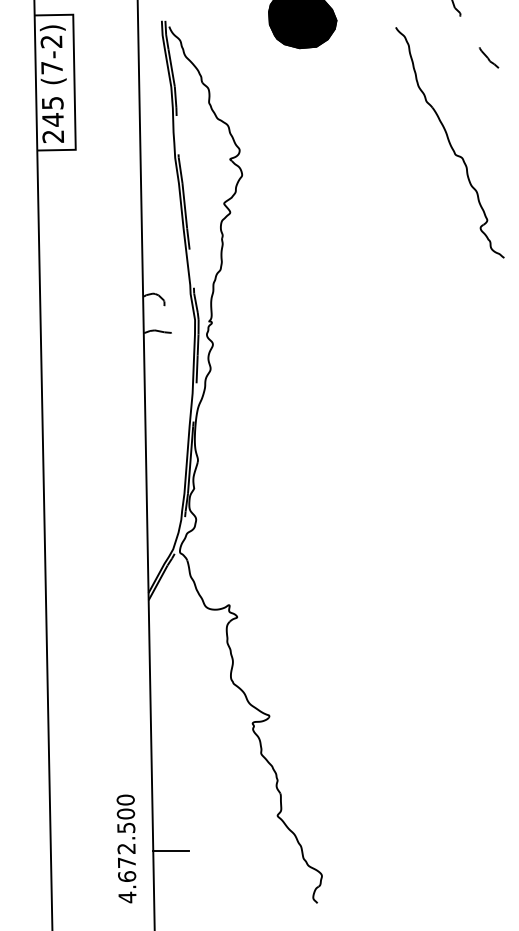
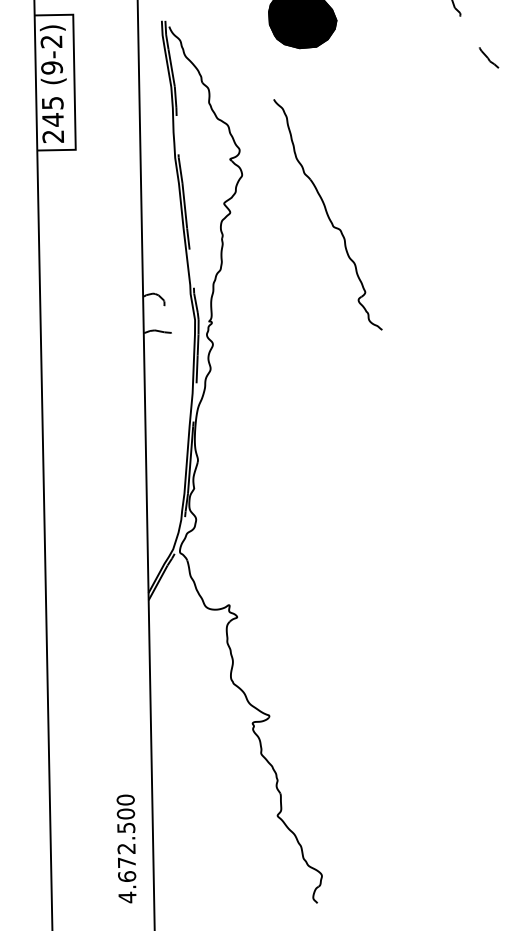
text at (52, 67): (7-2) -> (9-2)
part at (449, 142) position: (449, 142) -> (327, 214)
line at (170, 851): present -> none
